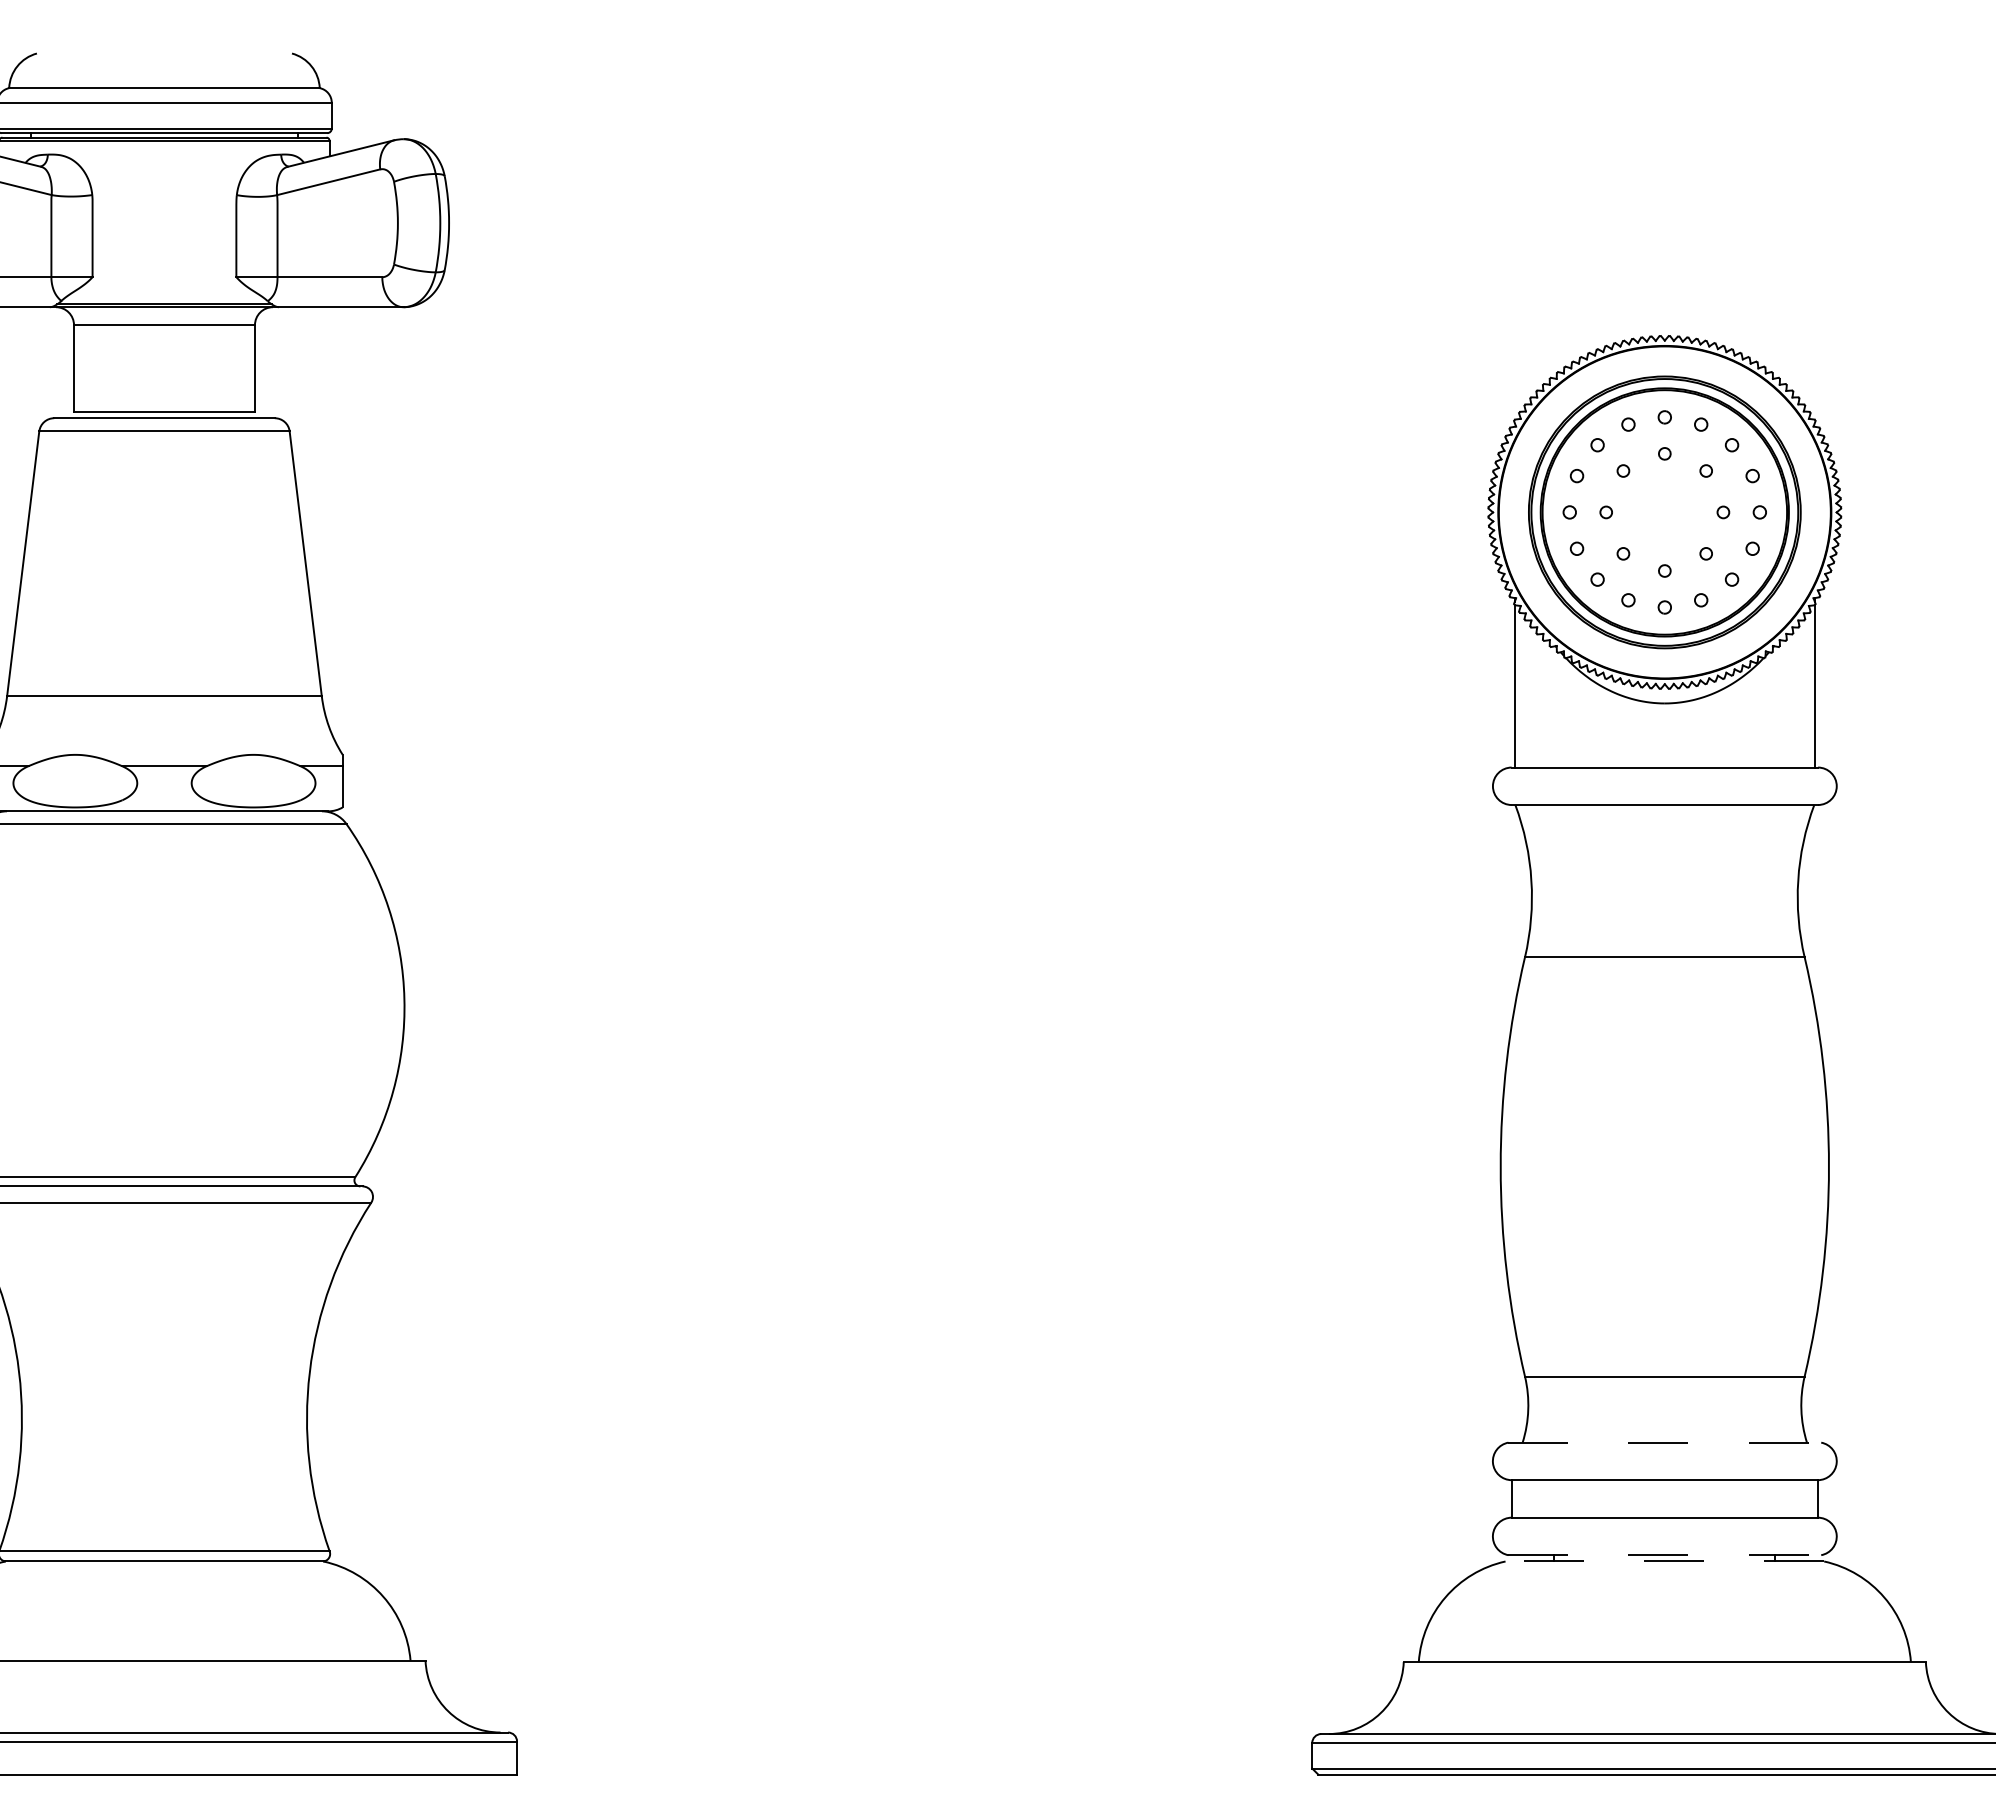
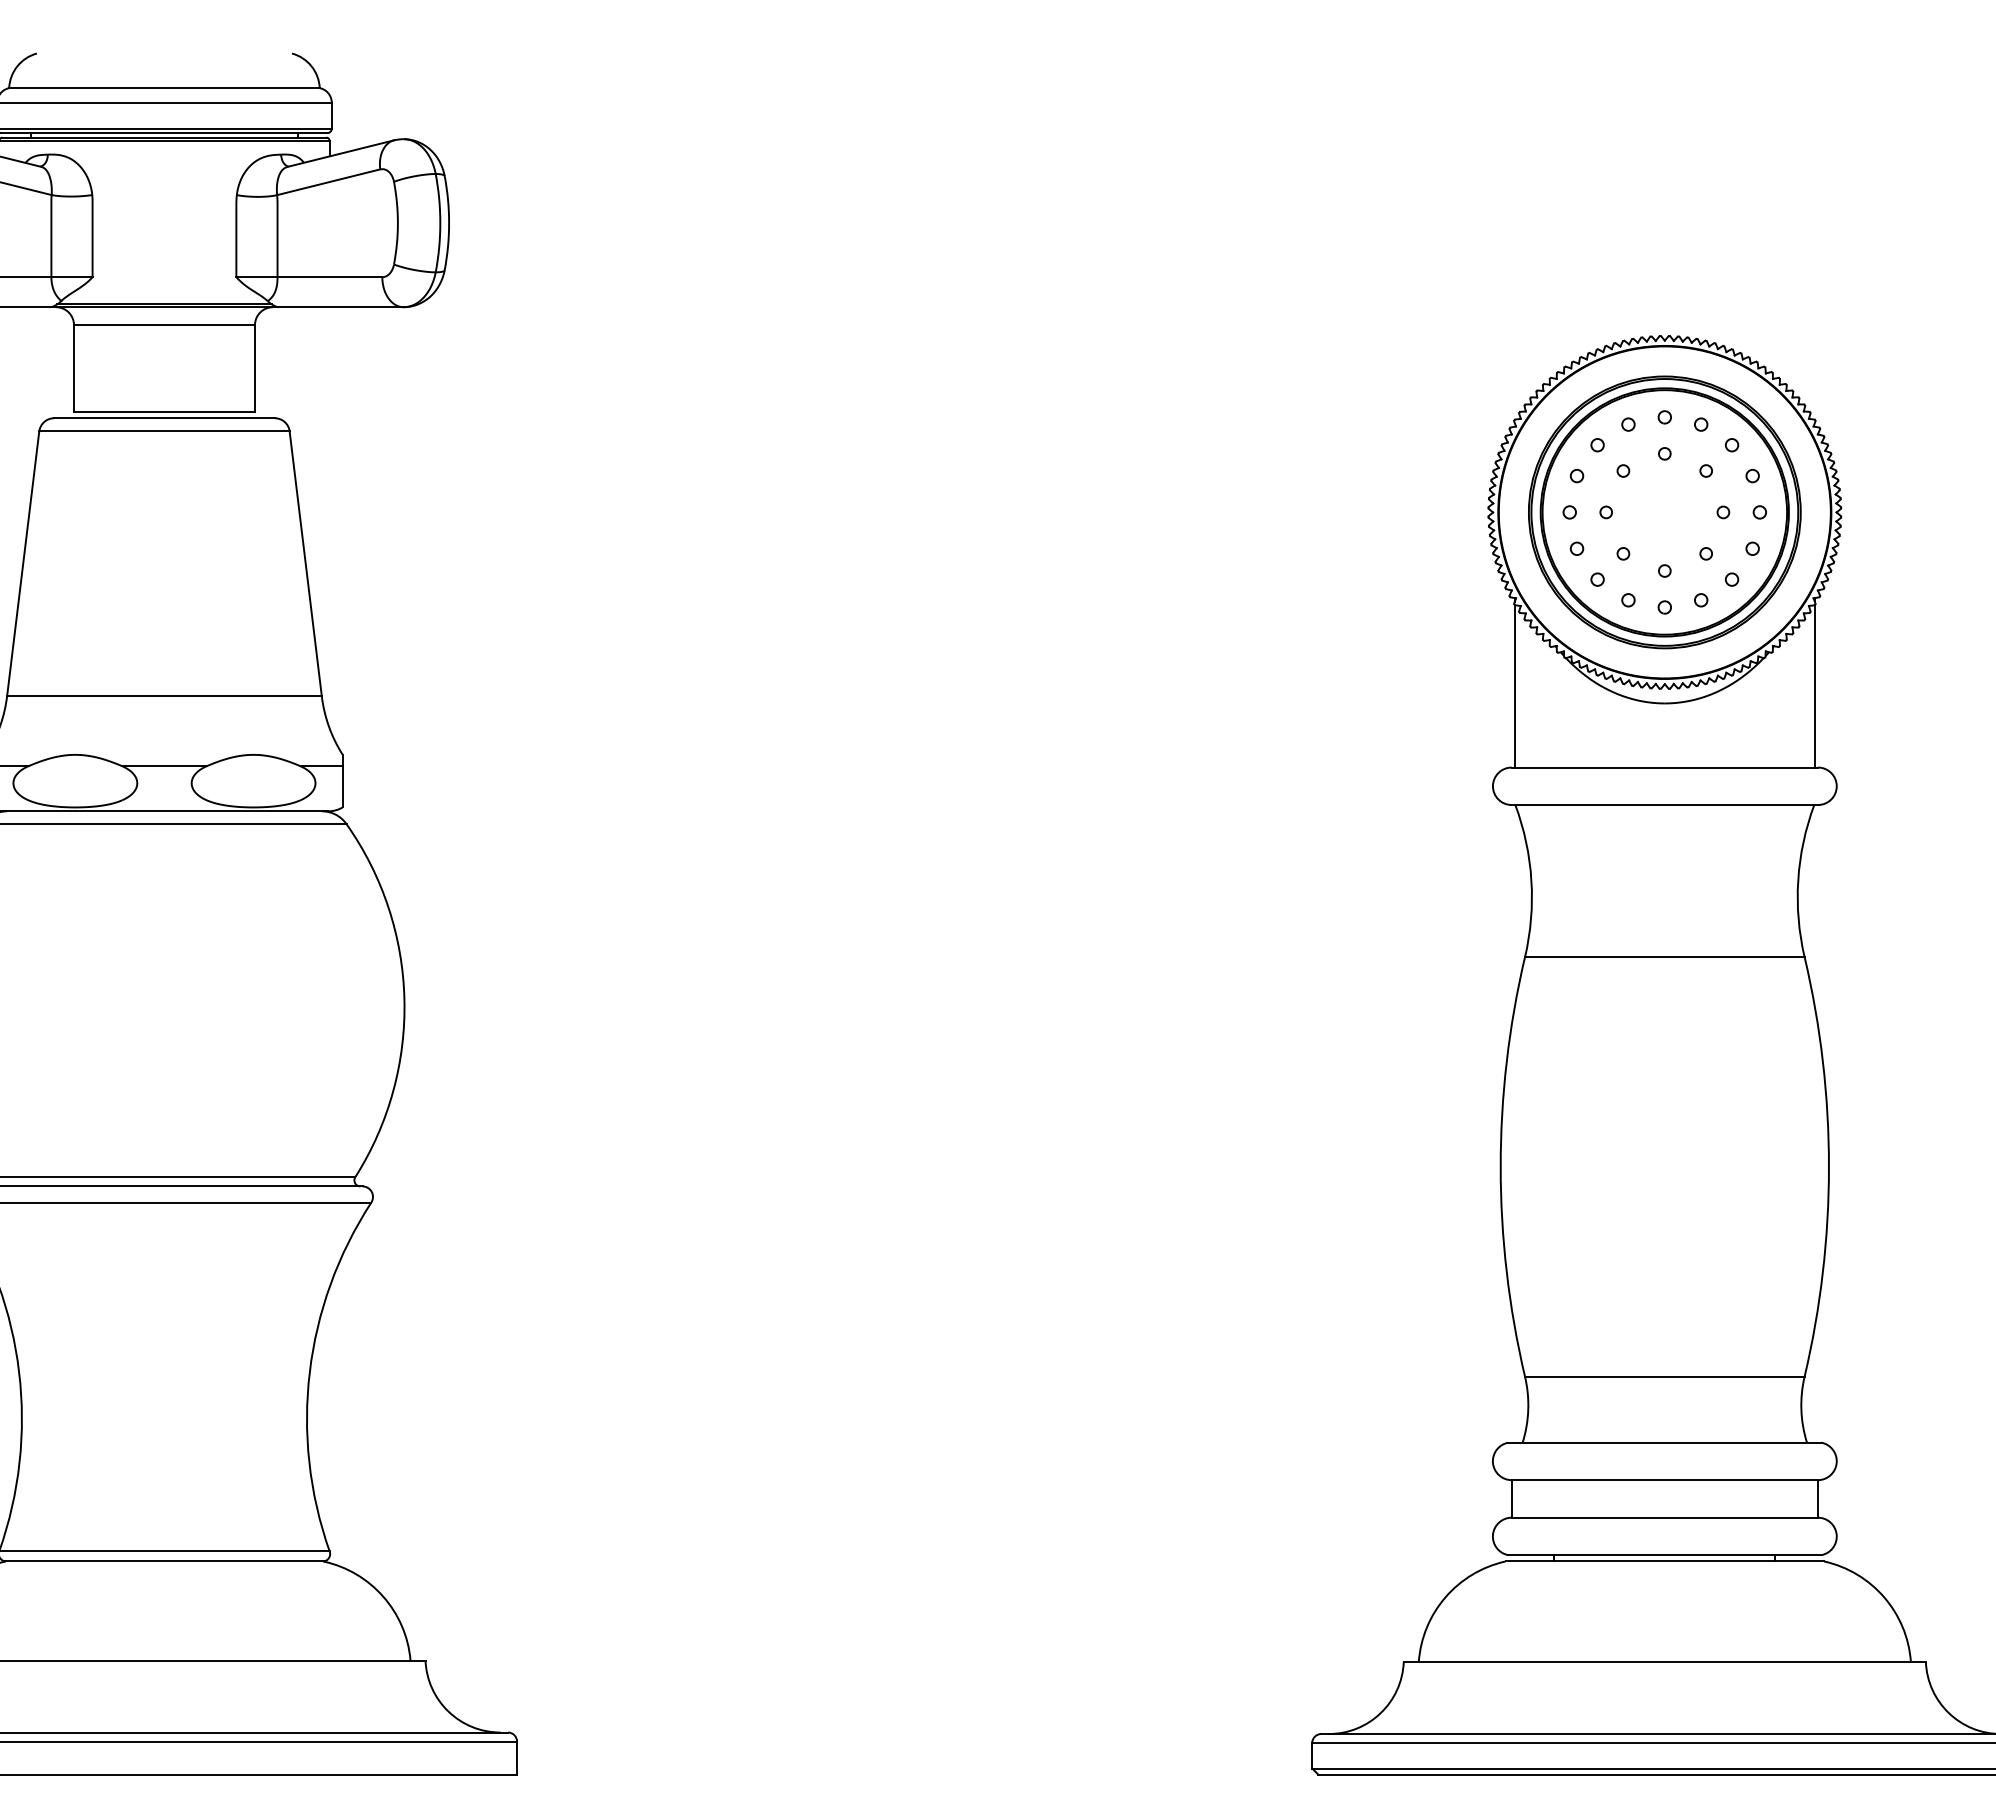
line at (1665, 1442): dashed -> solid
line at (1665, 1555): dashed -> solid
line at (1664, 1561): dashed -> solid
